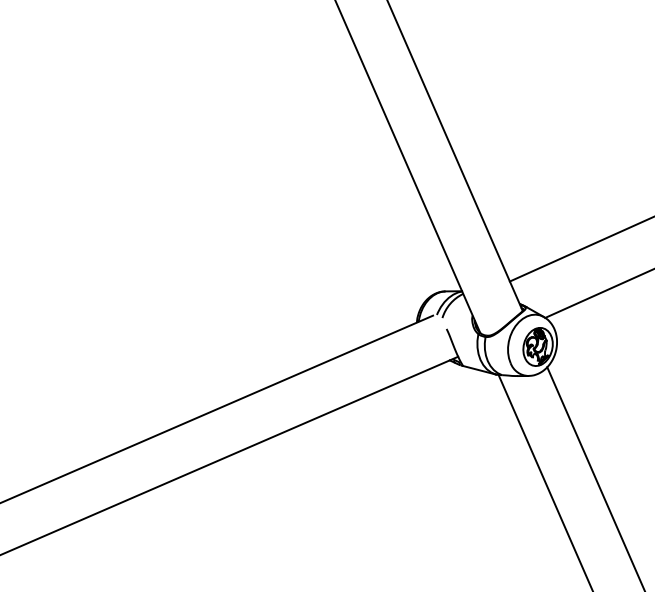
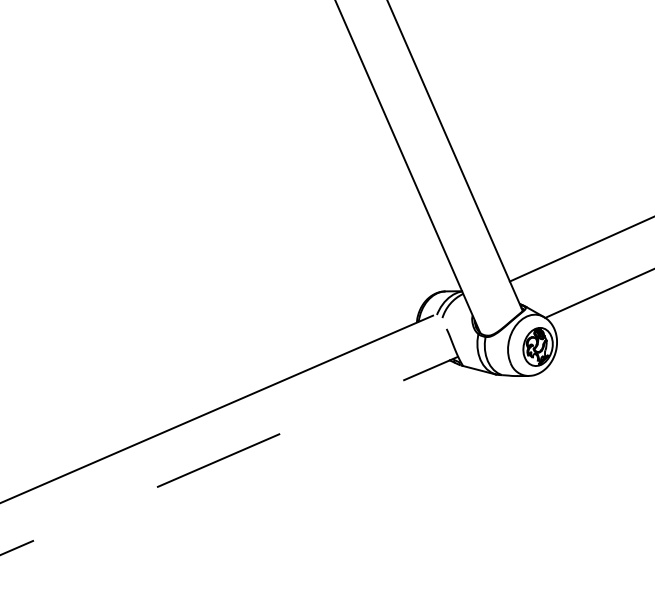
line at (229, 455): solid -> dashed
line at (595, 477): present -> none
line at (544, 481): present -> none
